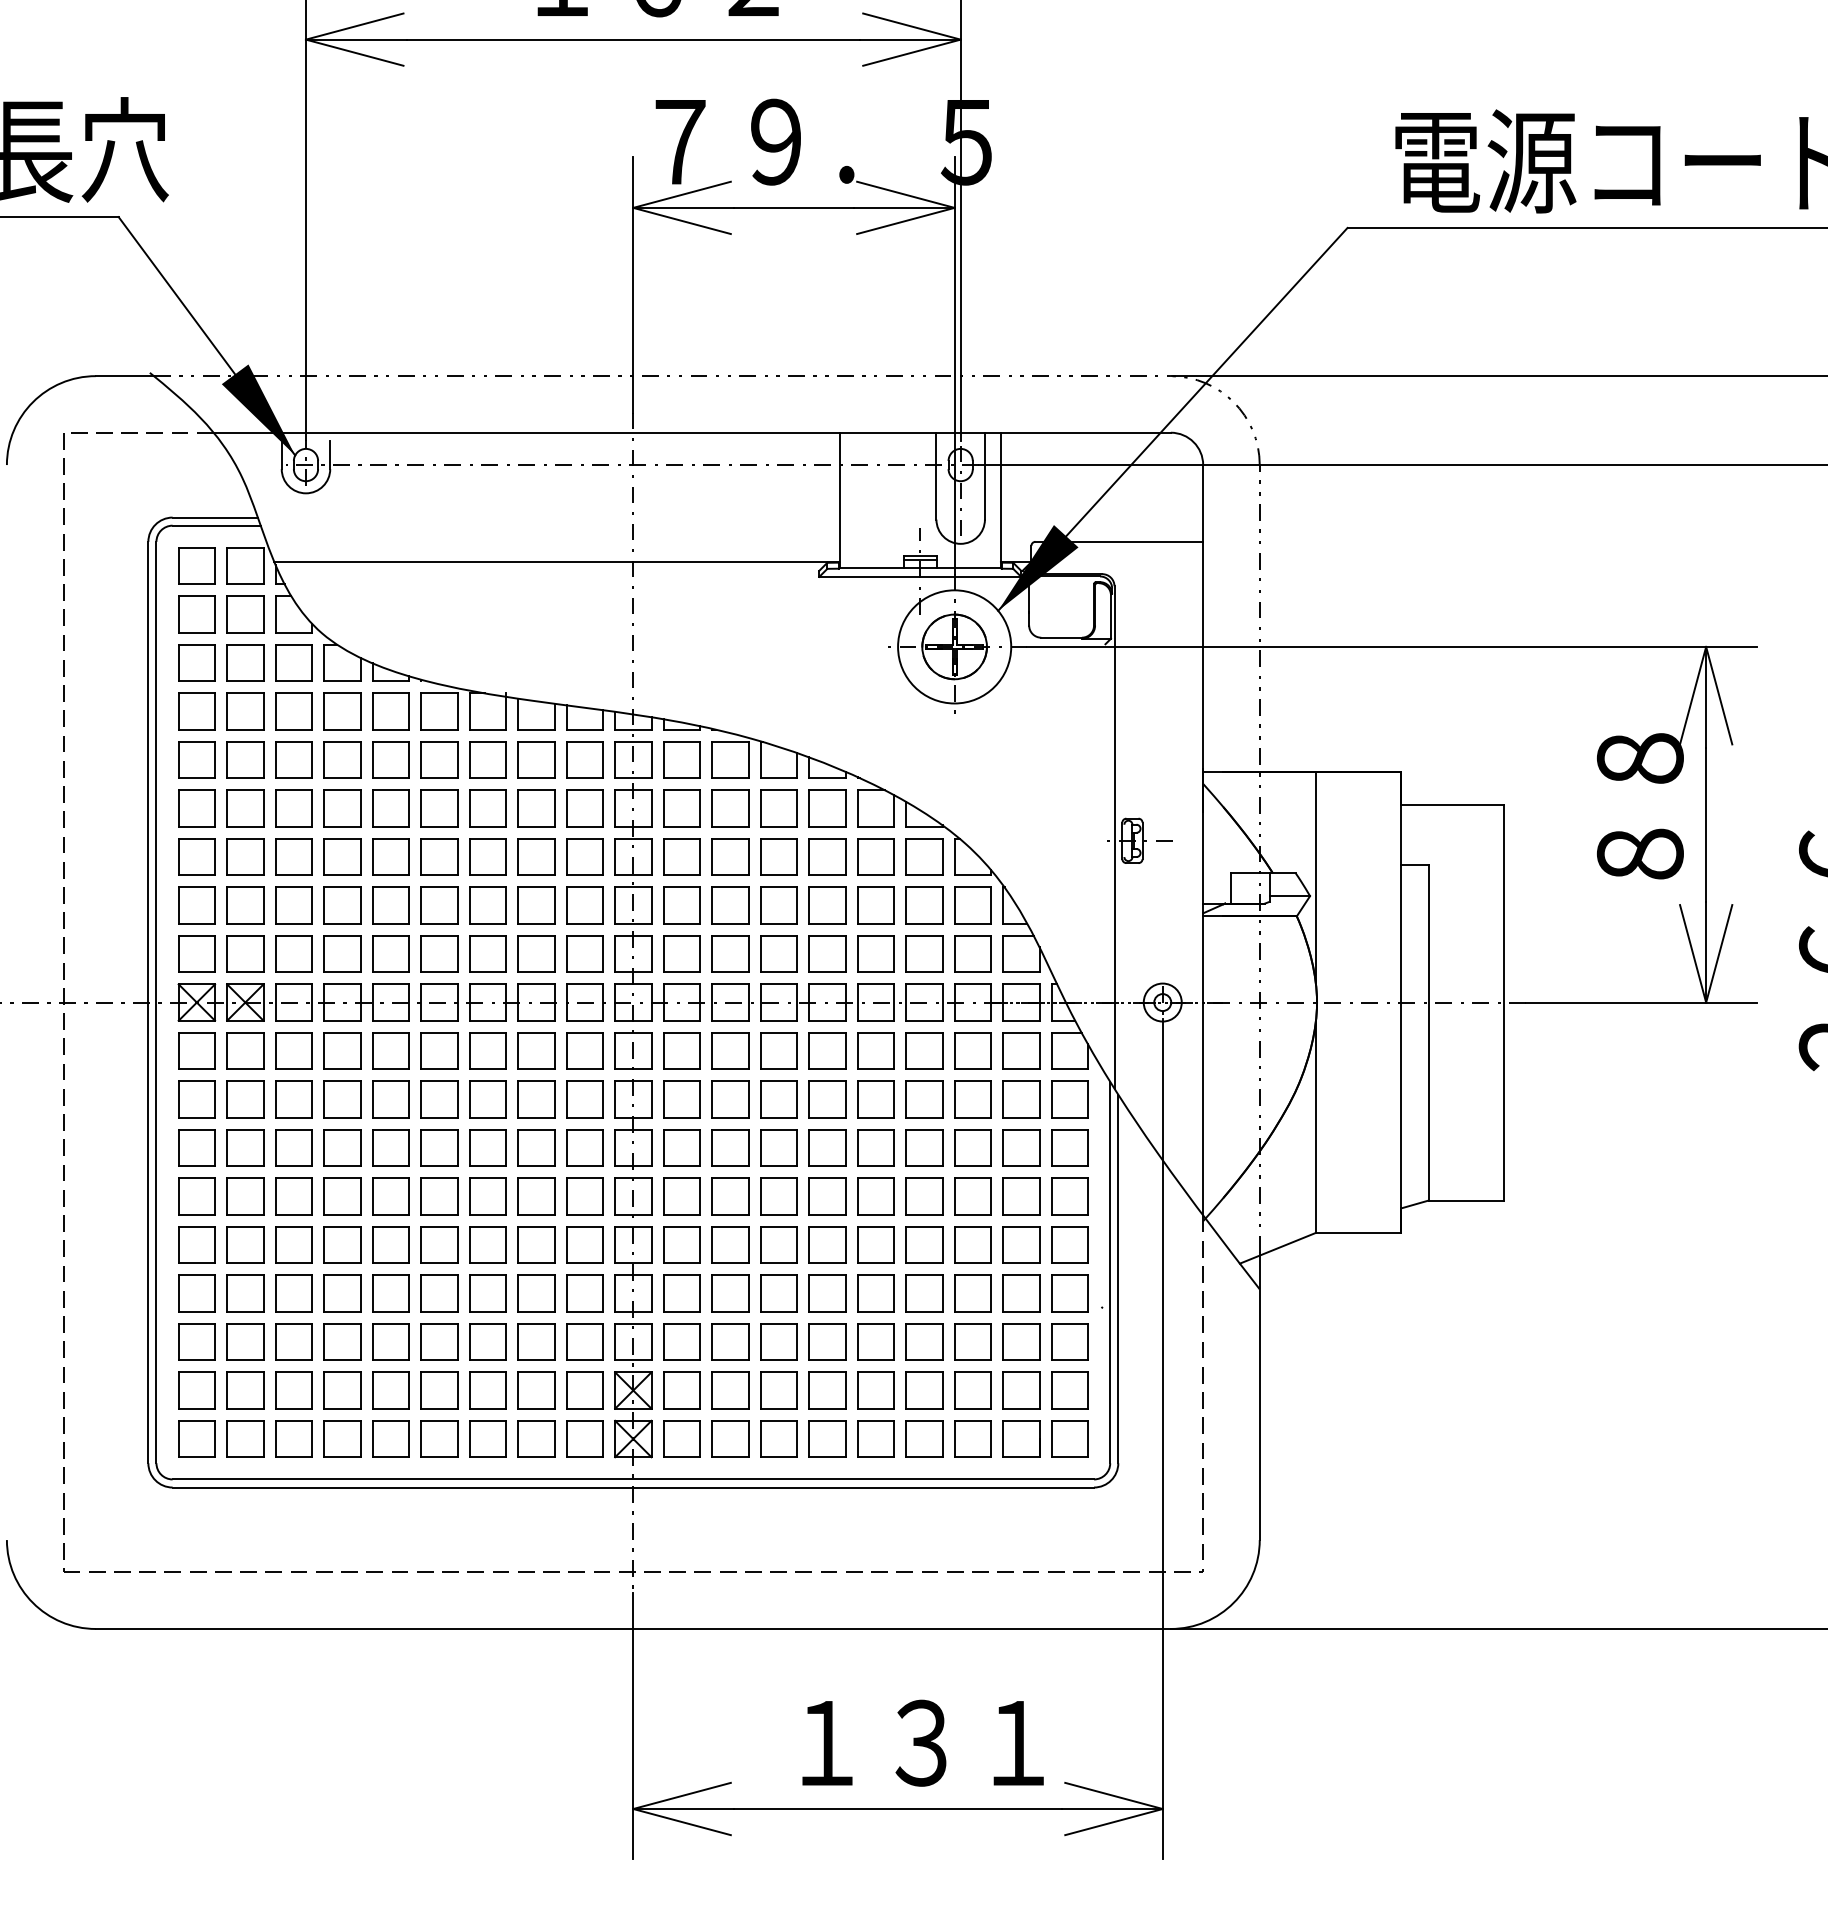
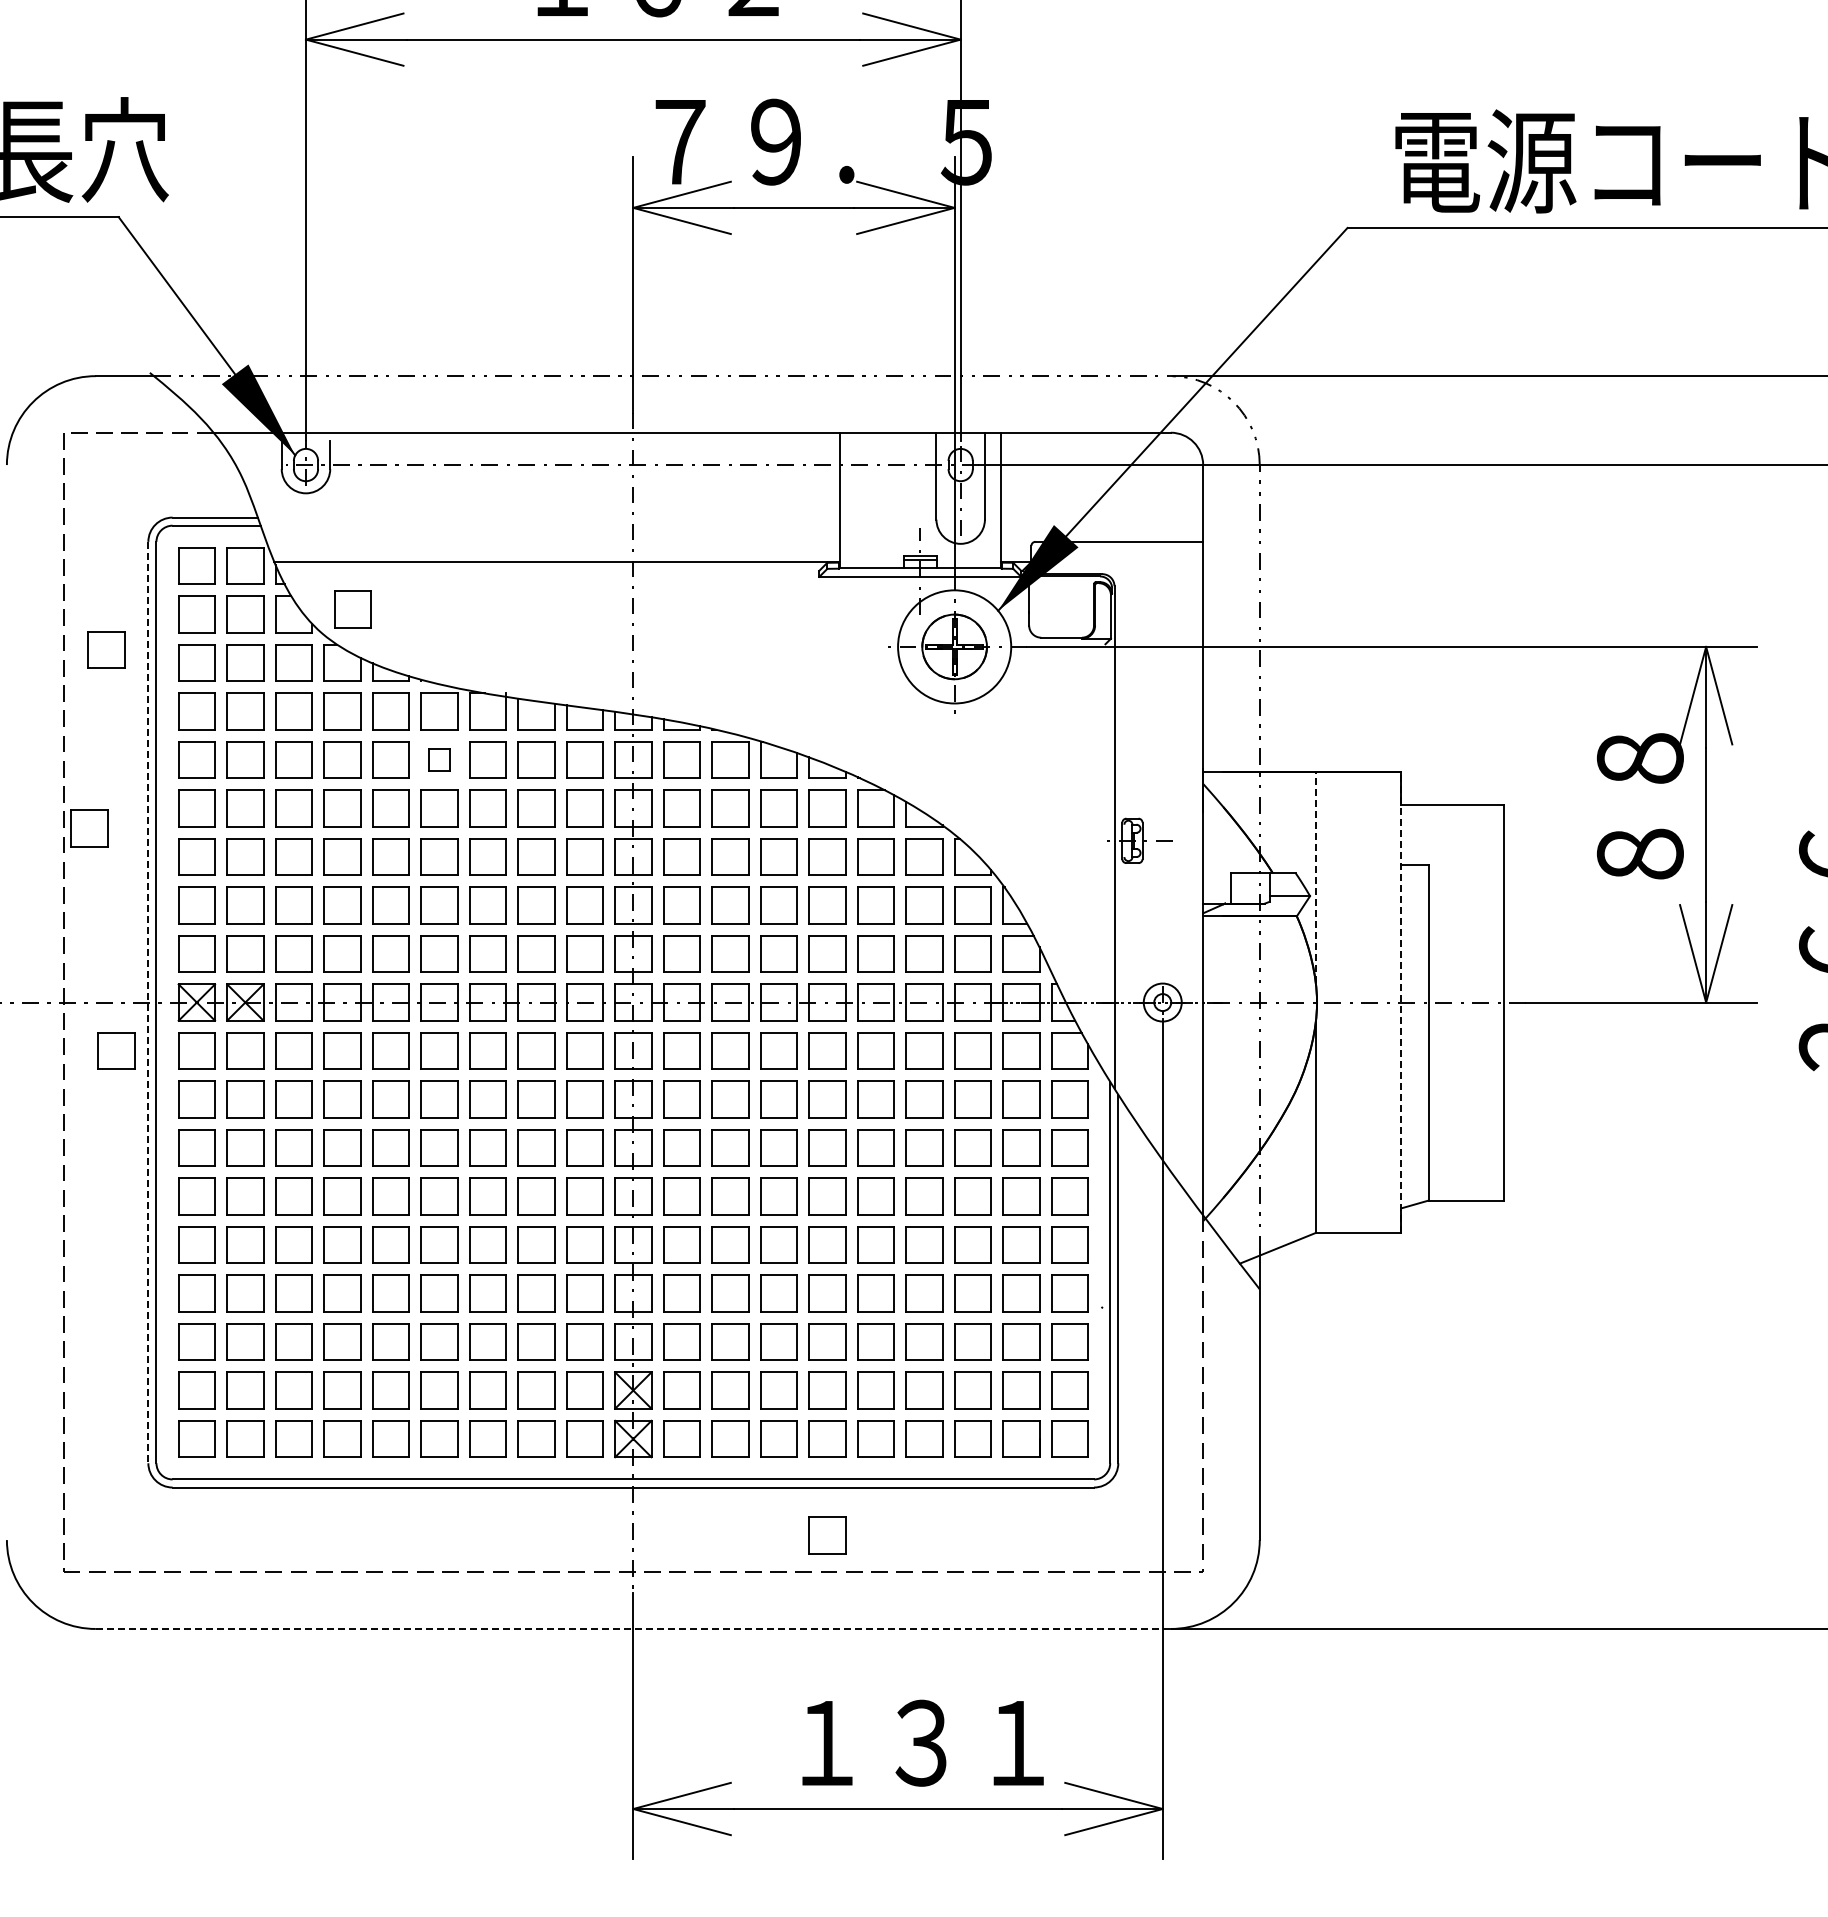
part at (352, 609): none -> present
part at (106, 649): none -> present
part at (439, 759) size: 39x38 px -> 23x24 px
part at (89, 828): none -> present
line at (1315, 877): solid -> dashed
line at (148, 1002): solid -> dashed
line at (1401, 1002): solid -> dashed
part at (116, 1050): none -> present
part at (827, 1535): none -> present
line at (633, 1628): solid -> dashed
